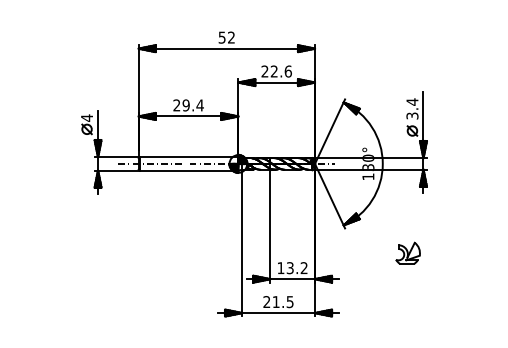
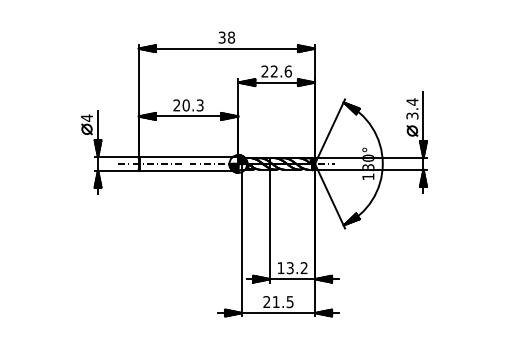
text at (227, 37): 52 -> 38
text at (192, 105): 29.4 -> 20.3
part at (407, 252): present -> none
